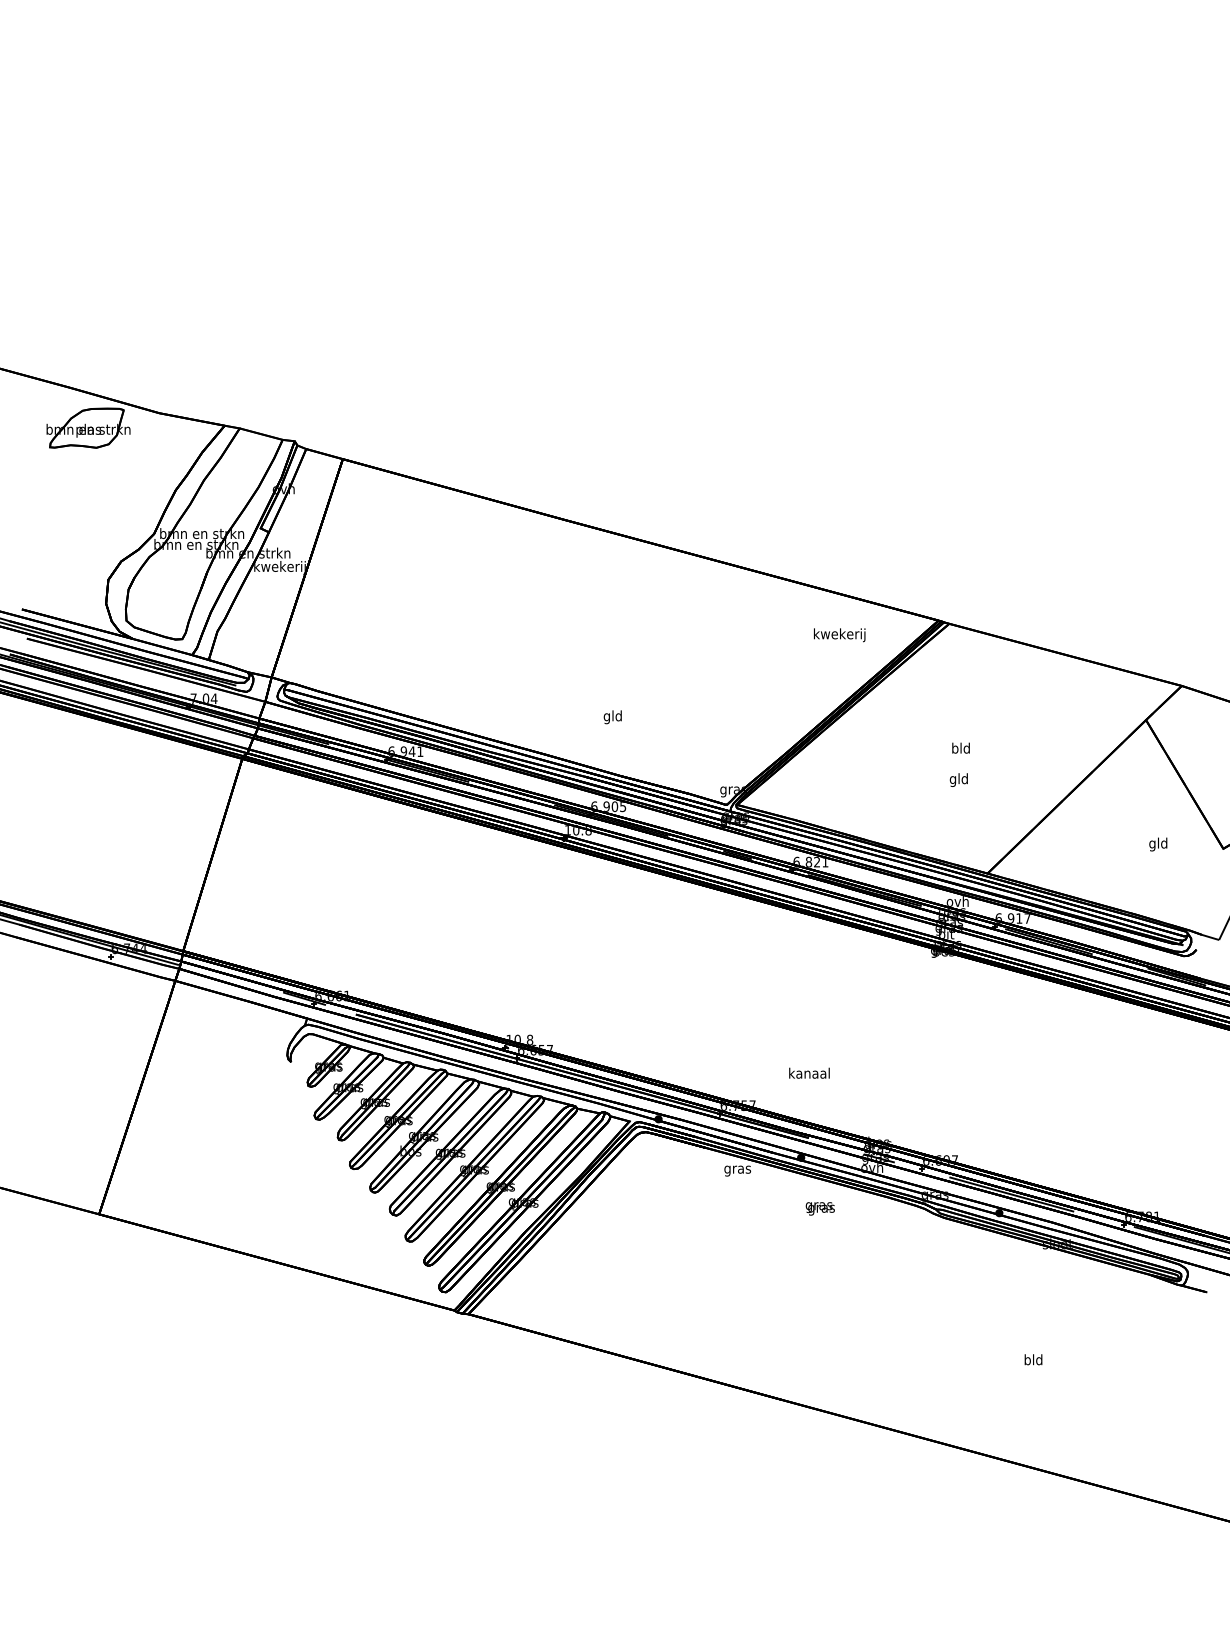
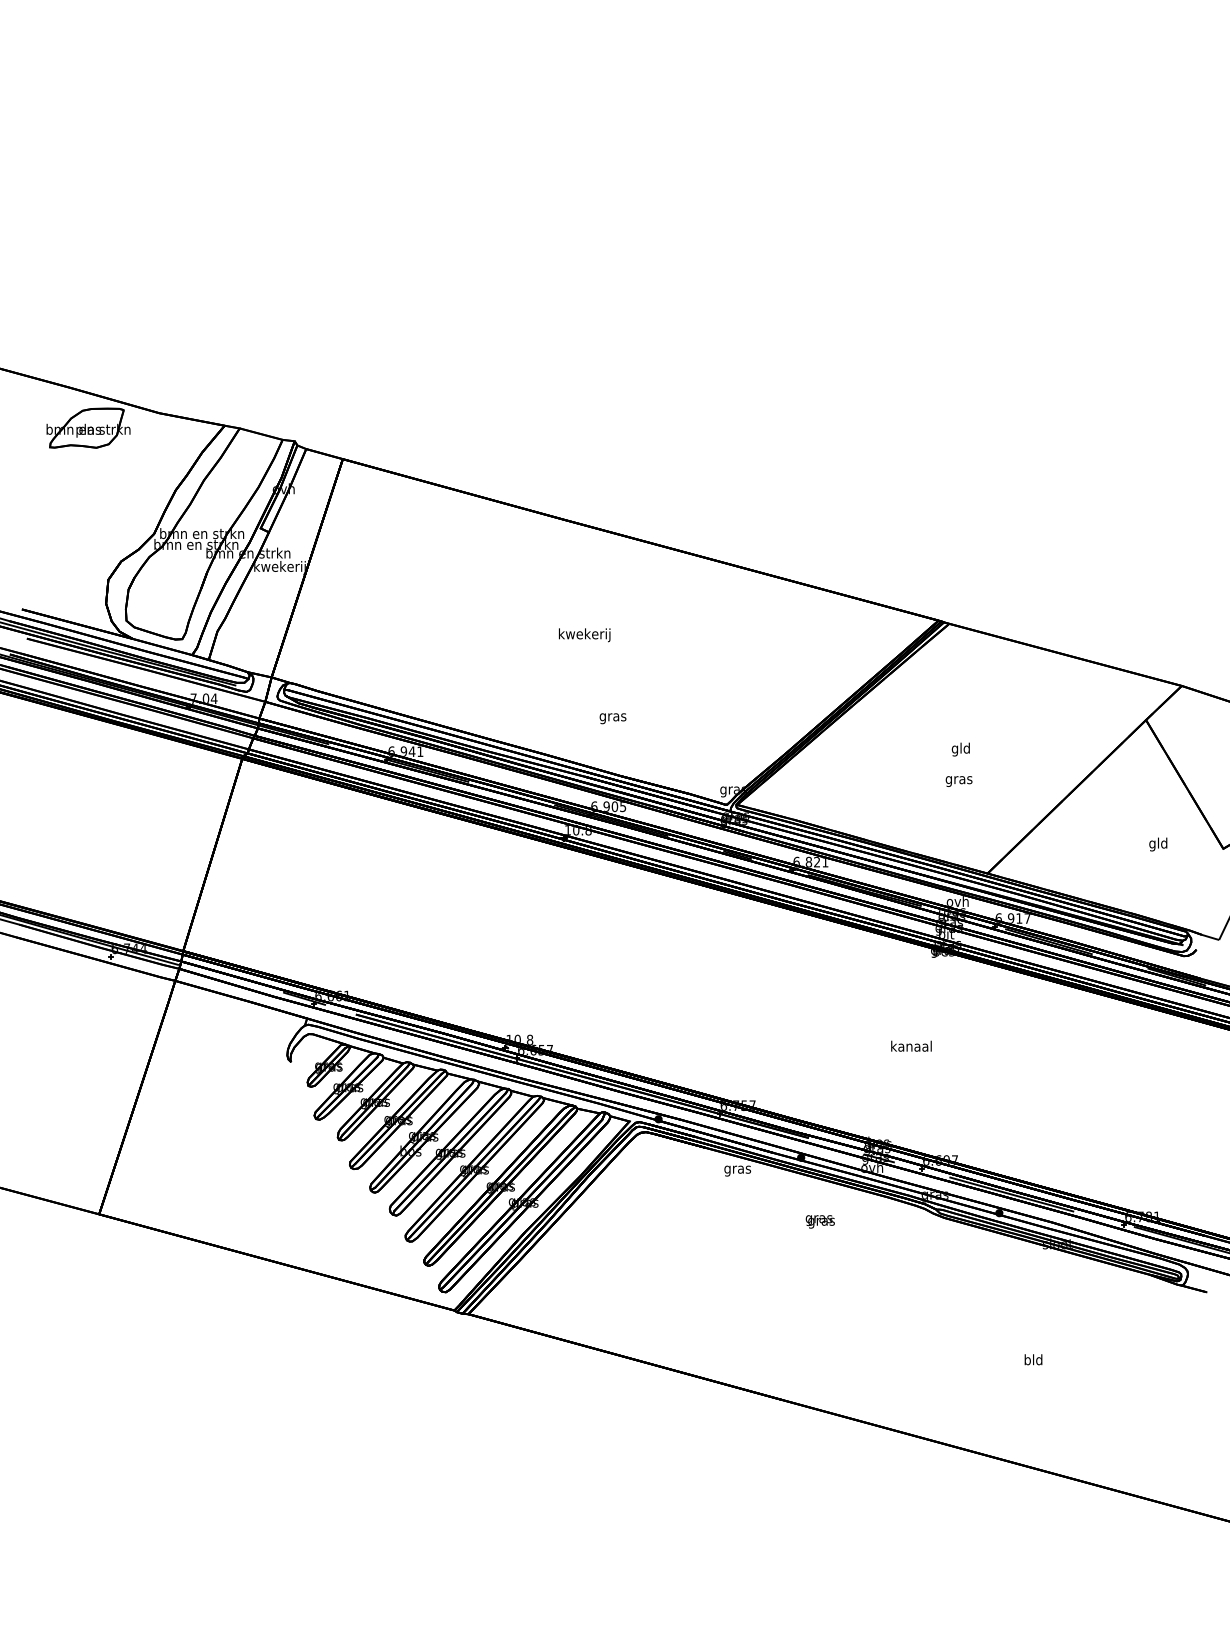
text at (839, 635) position: (839, 635) -> (584, 635)
text at (612, 717): gld -> gras
text at (954, 749): bld -> gld
text at (958, 779): gld -> gras
text at (809, 1072) position: (809, 1072) -> (911, 1045)
text at (819, 1208) position: (819, 1208) -> (819, 1221)
